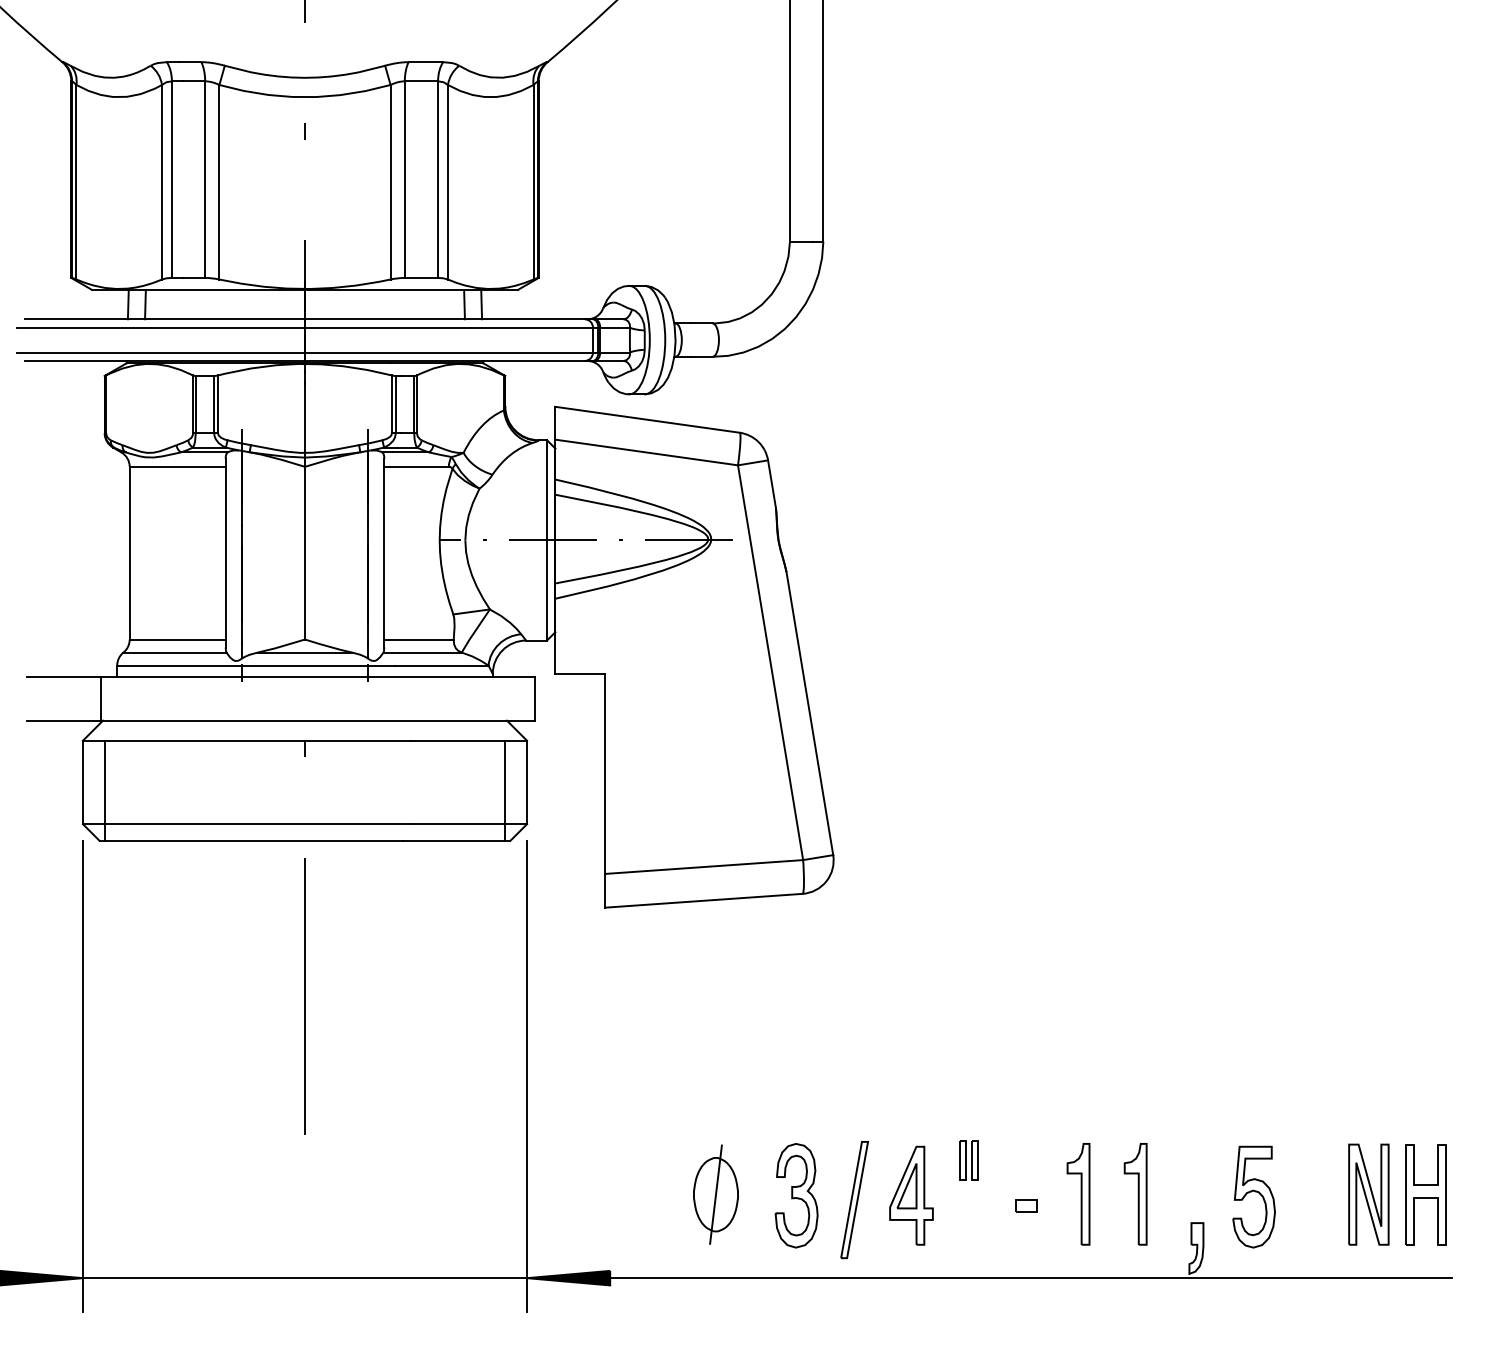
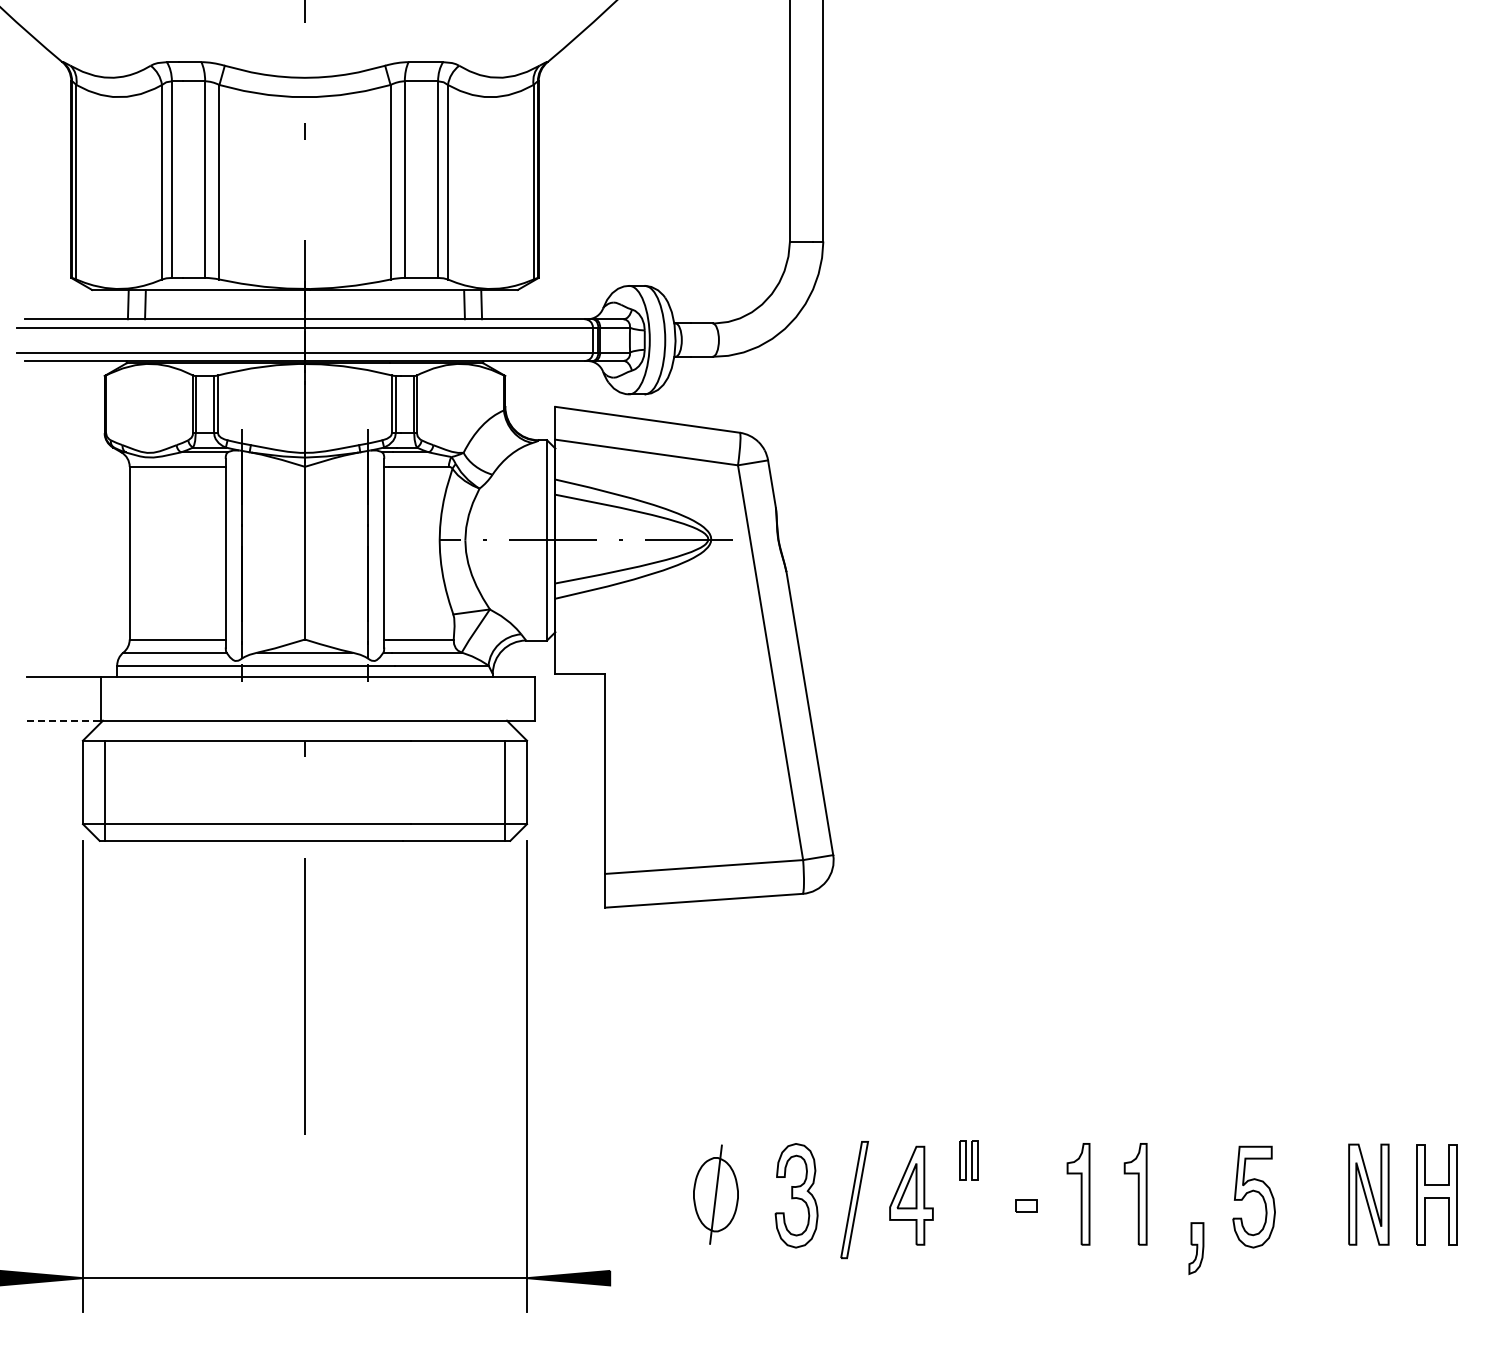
line at (64, 720): solid -> dashed
part at (1425, 1194) position: (1425, 1194) -> (1436, 1194)
line at (1031, 1278): present -> none
